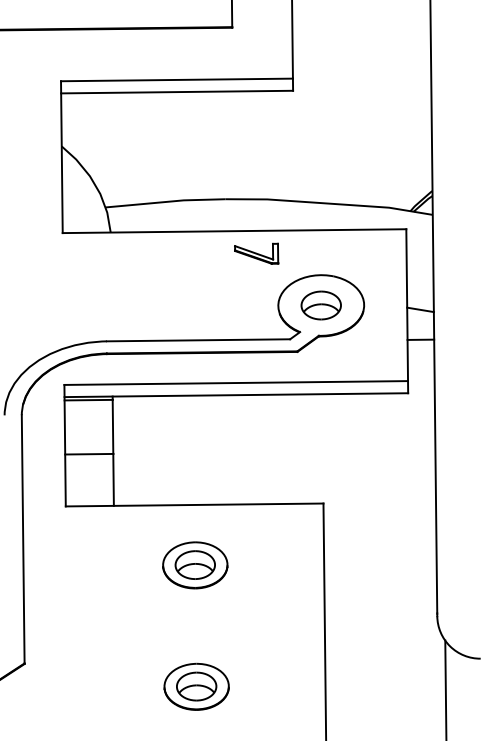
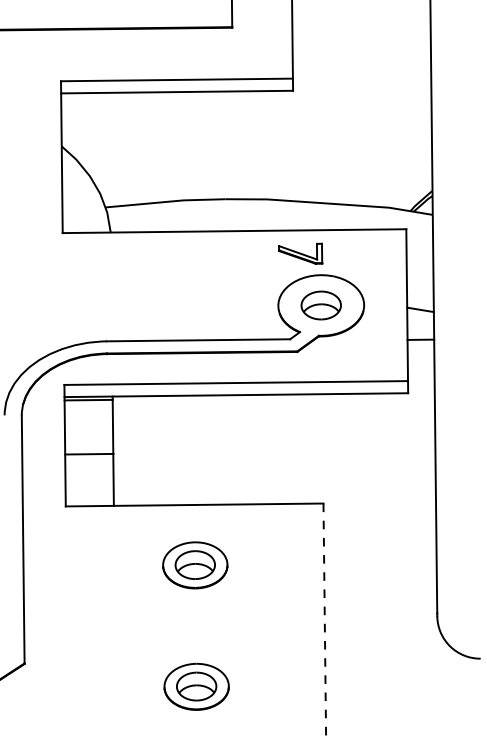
part at (256, 253) position: (256, 253) -> (300, 253)
line at (324, 622): solid -> dashed
line at (445, 688): present -> none
